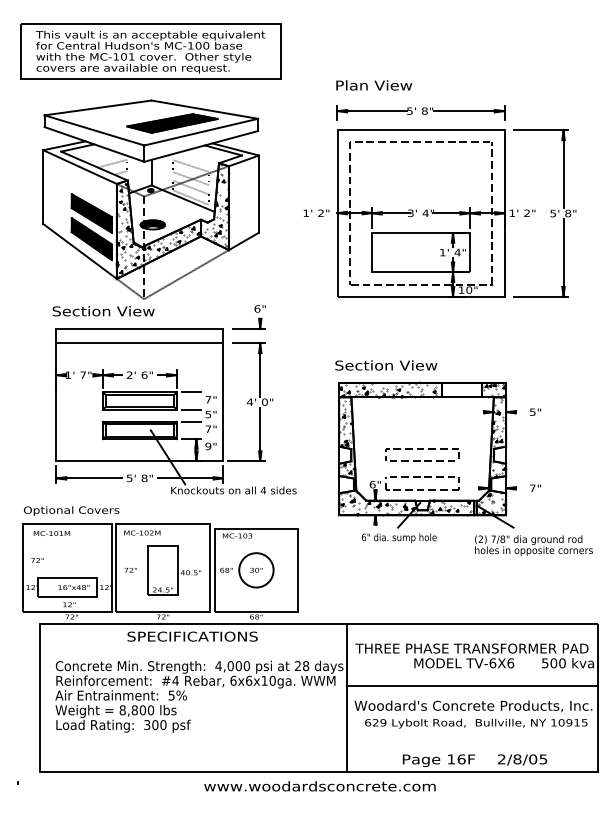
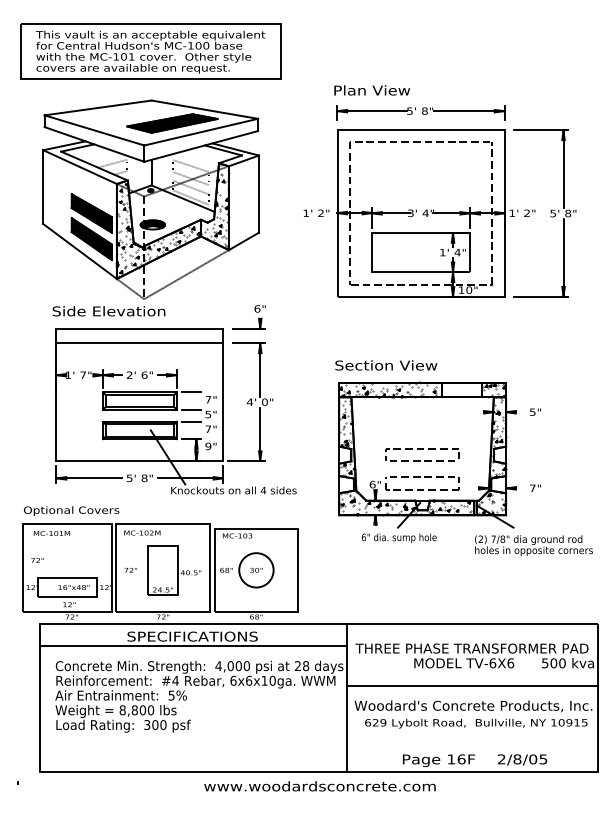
text at (374, 85) position: (374, 85) -> (372, 90)
text at (113, 311): Section View -> Side Elevation
line at (193, 646): none -> present
